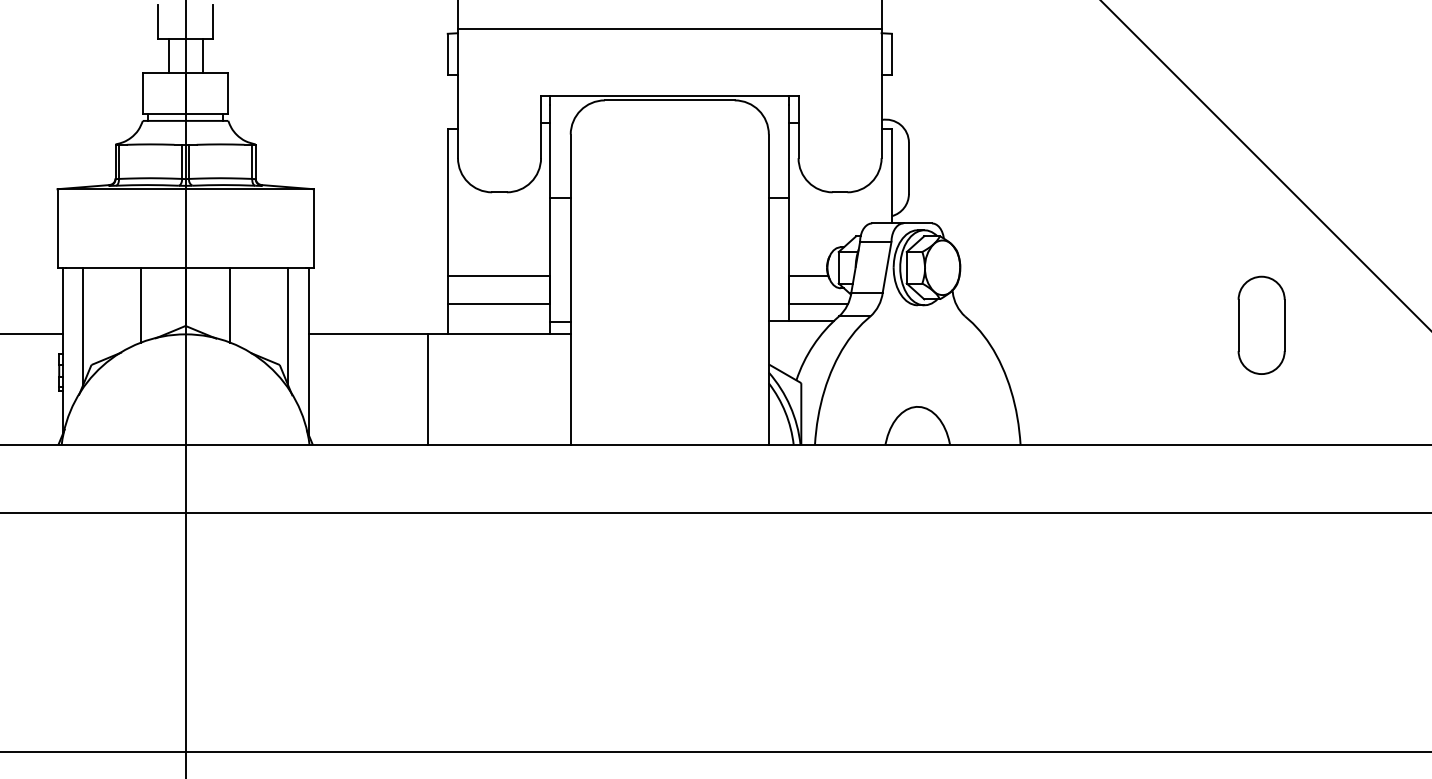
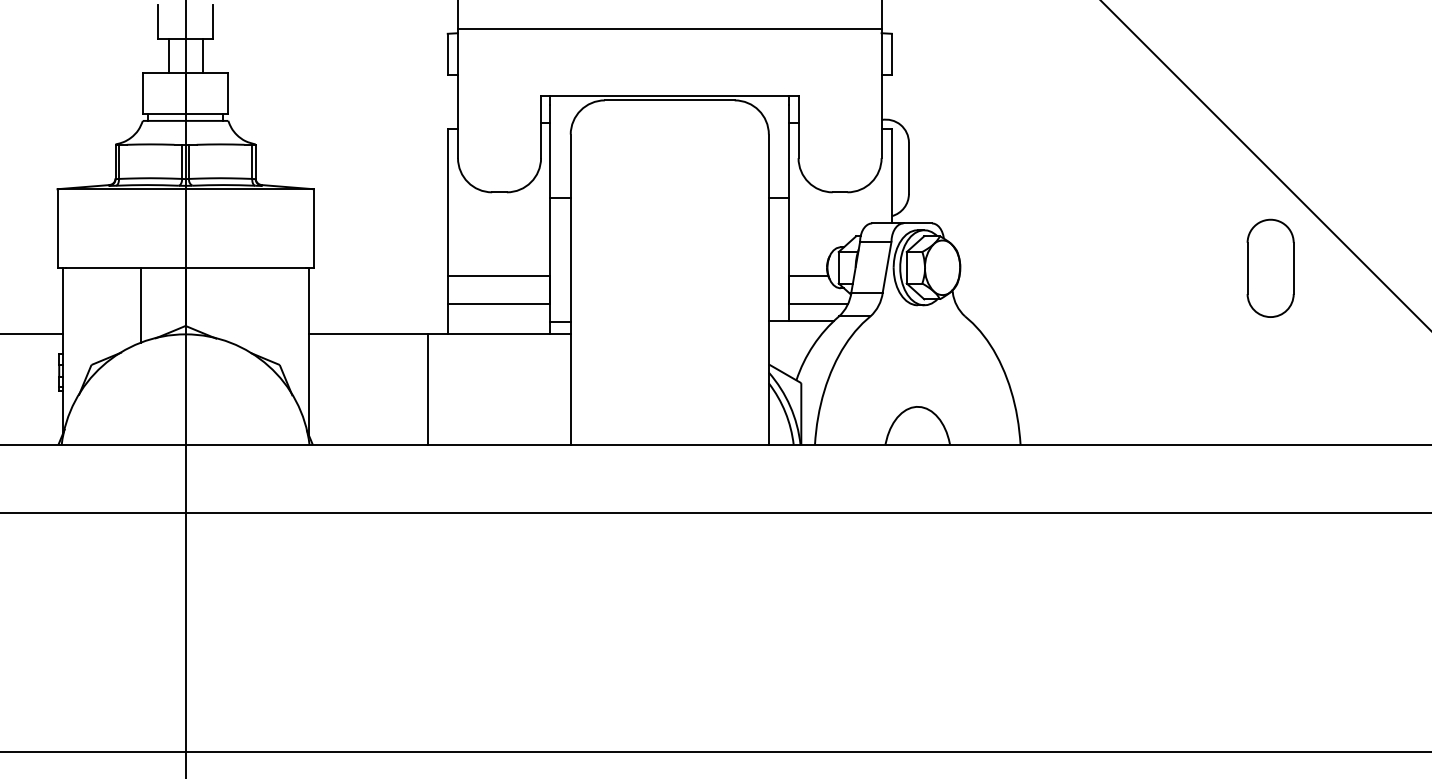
line at (230, 304): present -> none
part at (1261, 324) position: (1261, 324) -> (1270, 267)
line at (83, 326): present -> none
line at (288, 326): present -> none
